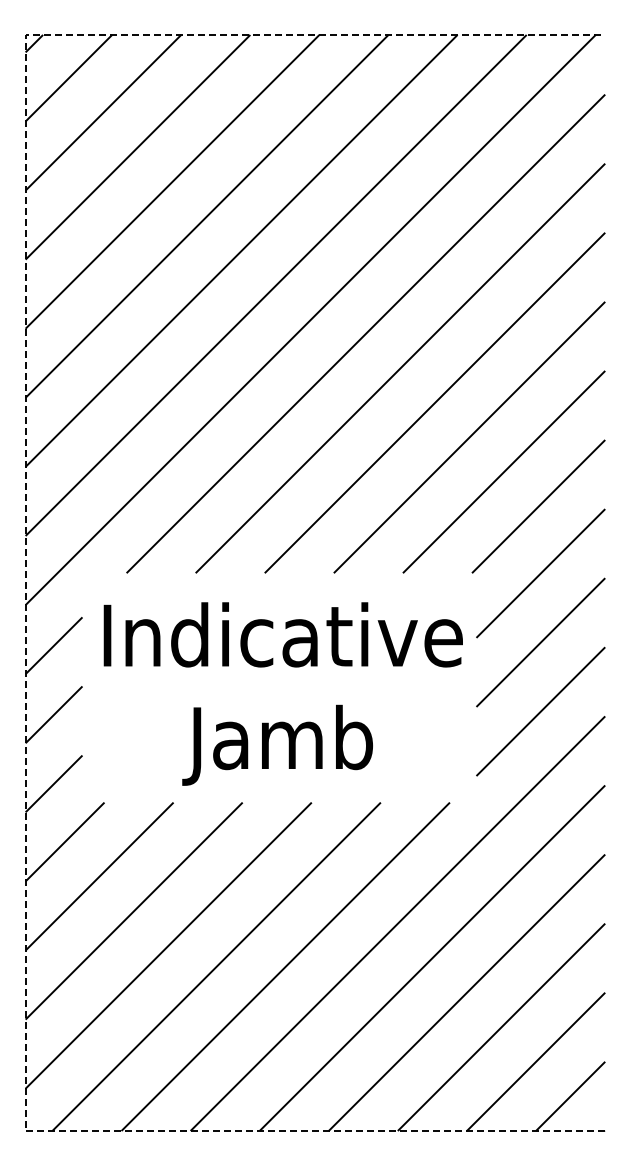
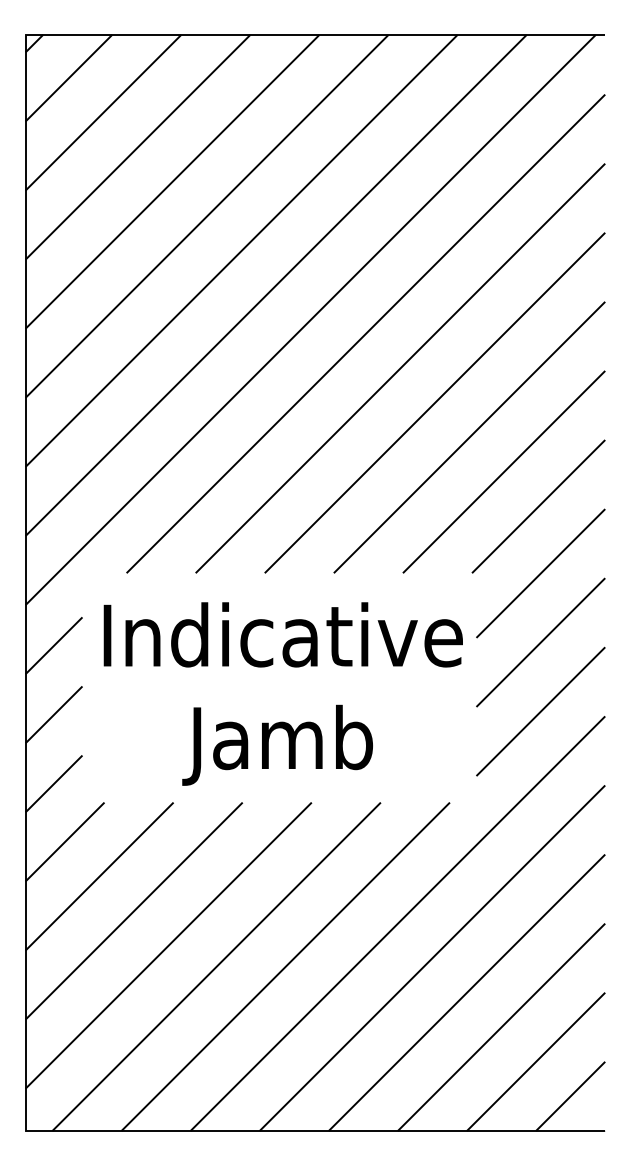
line at (25, 582): dashed -> solid
